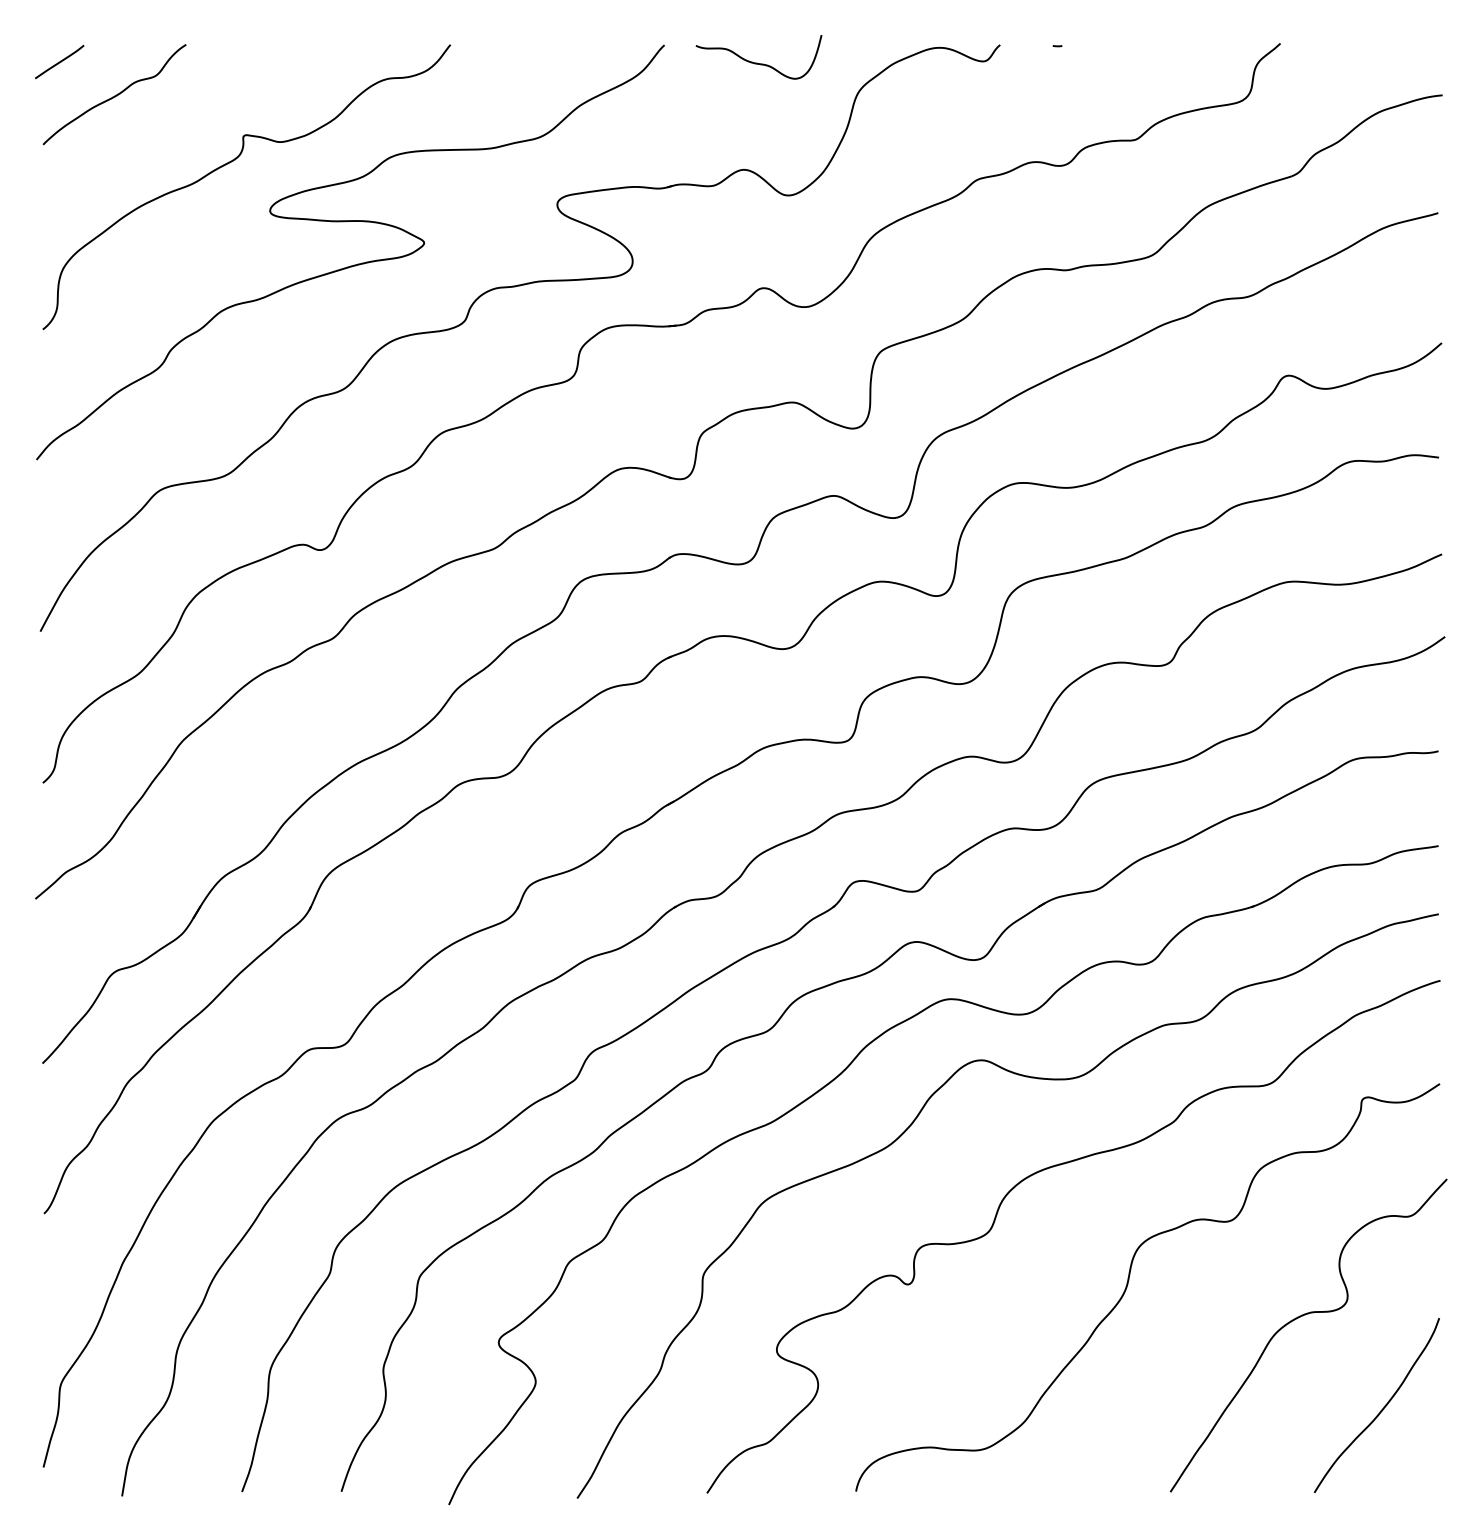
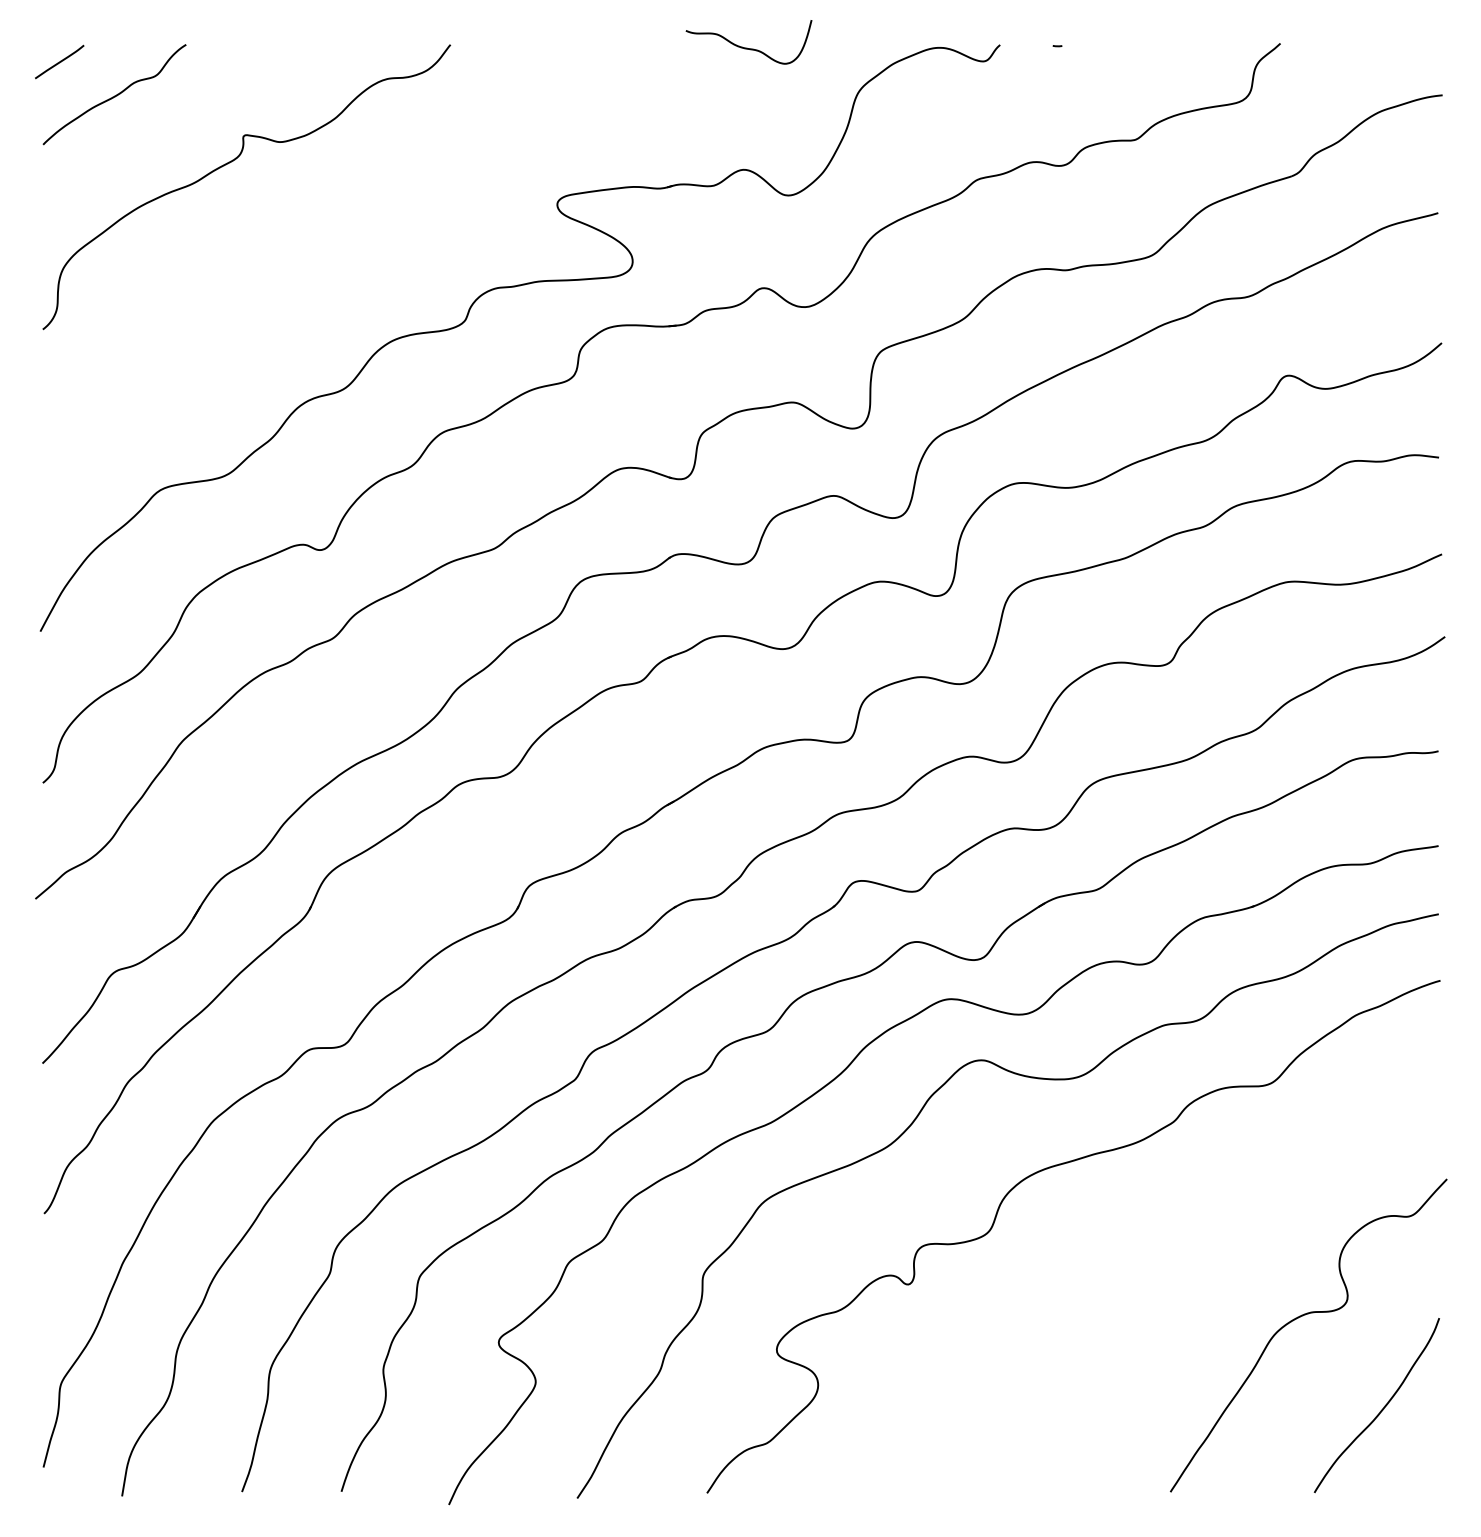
curve at (757, 62) position: (757, 62) -> (747, 47)
curve at (354, 264): present -> none
curve at (1128, 1284): present -> none
